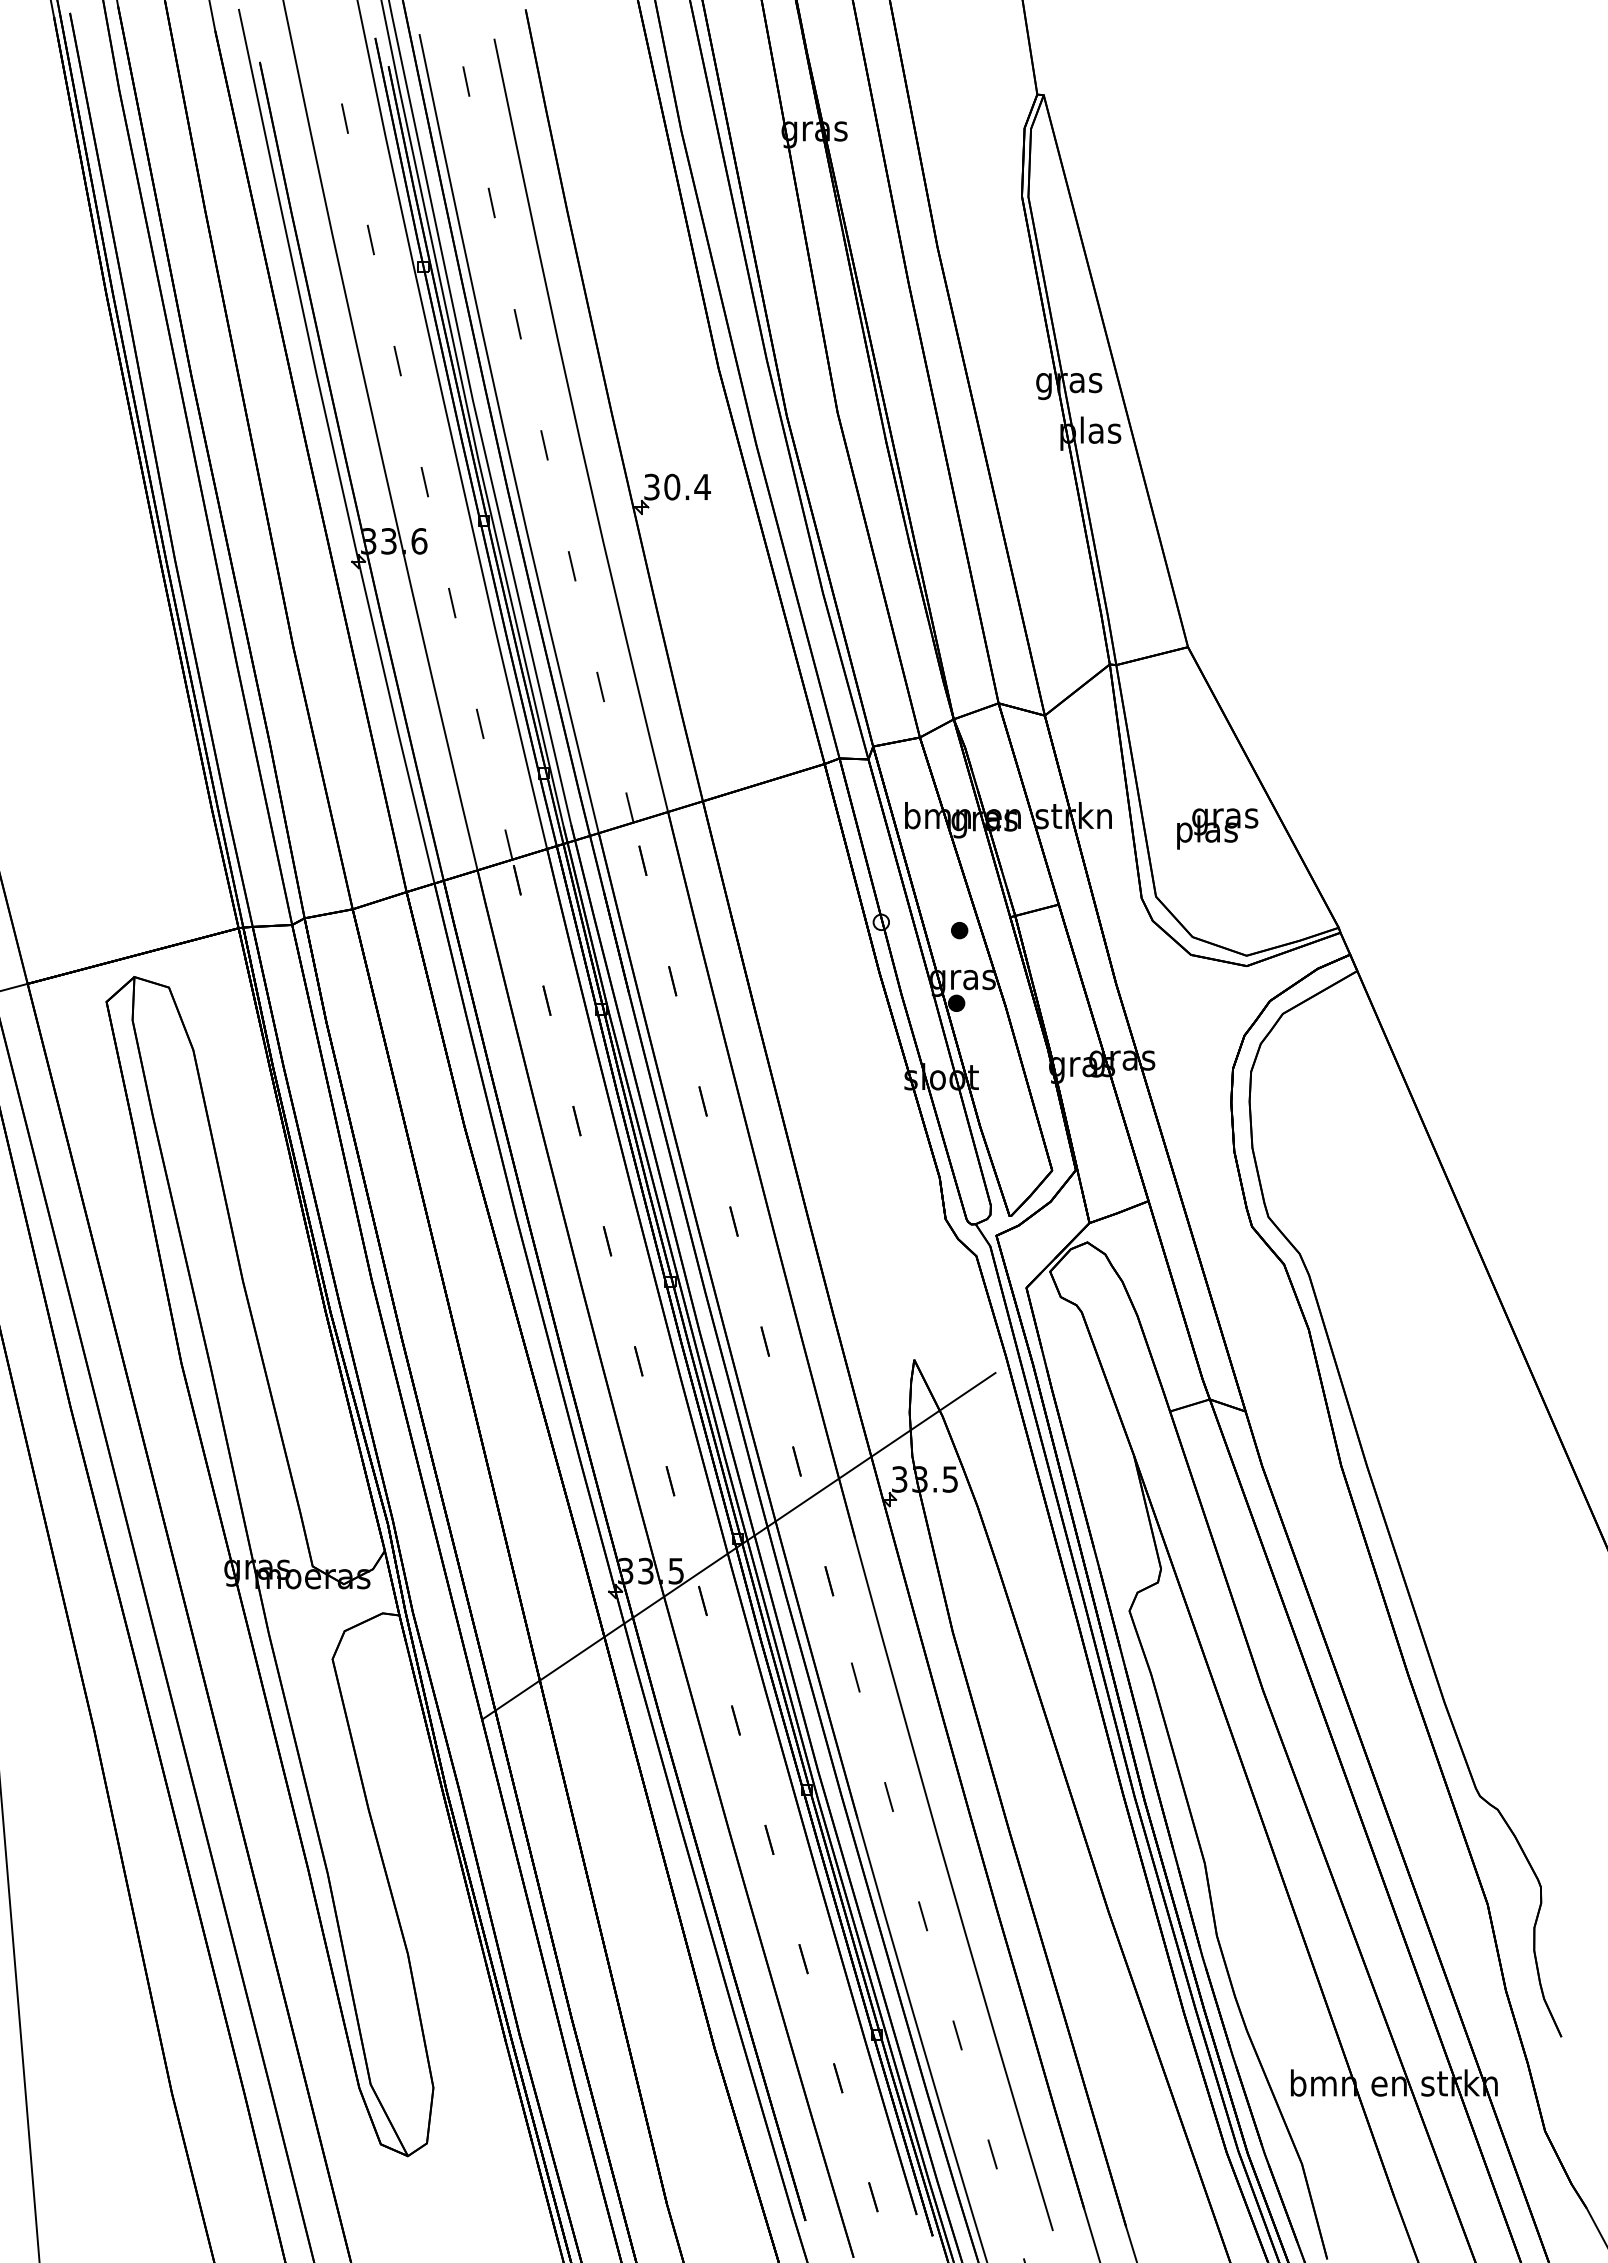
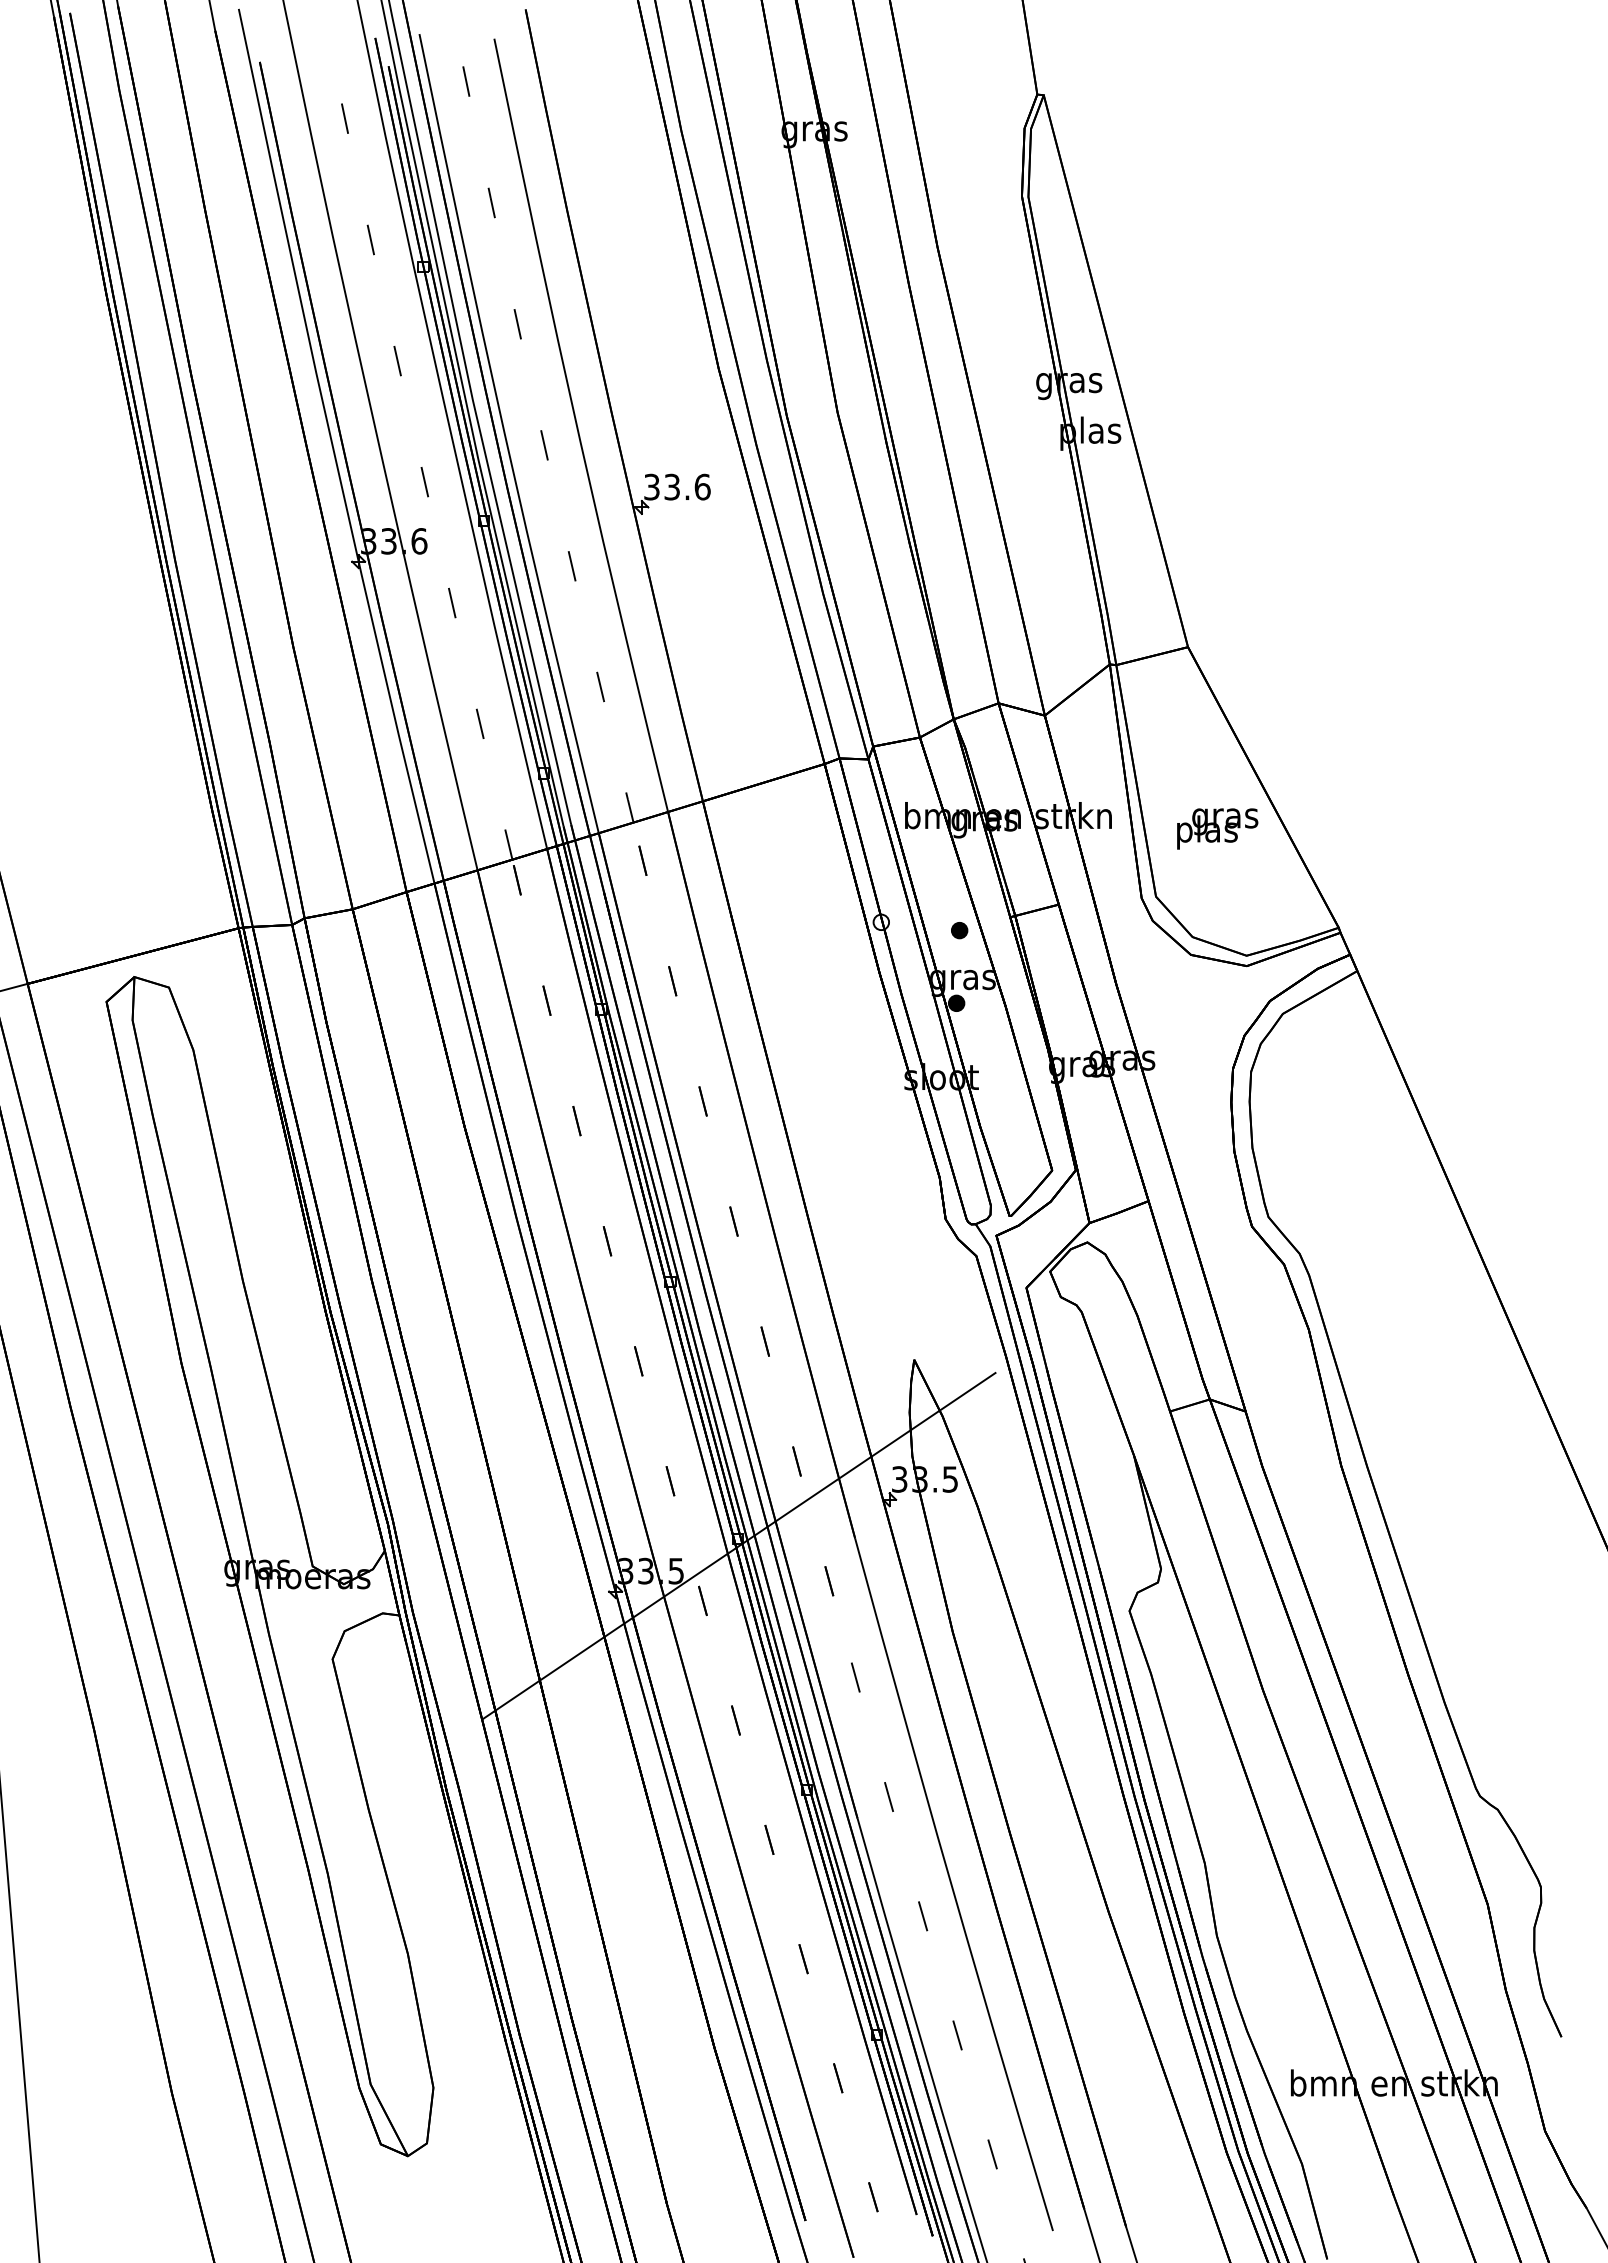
text at (687, 486): 30.4 -> 33.6
